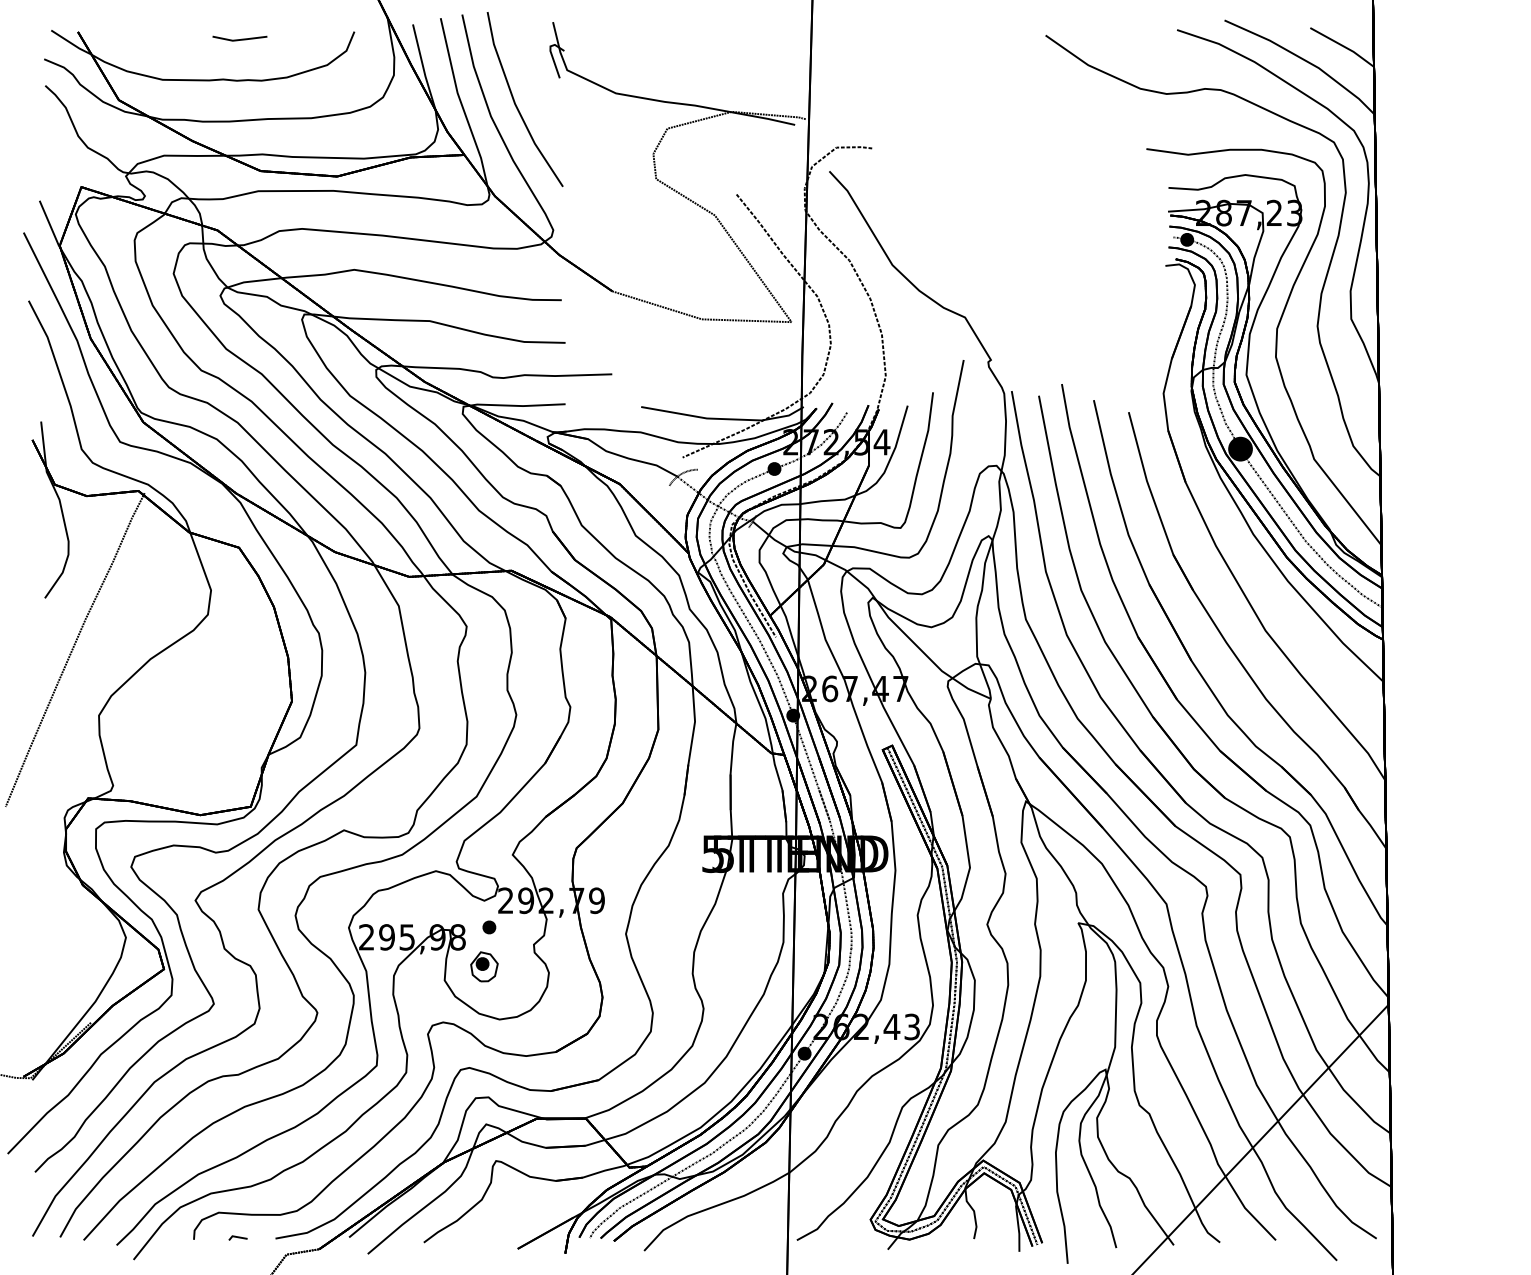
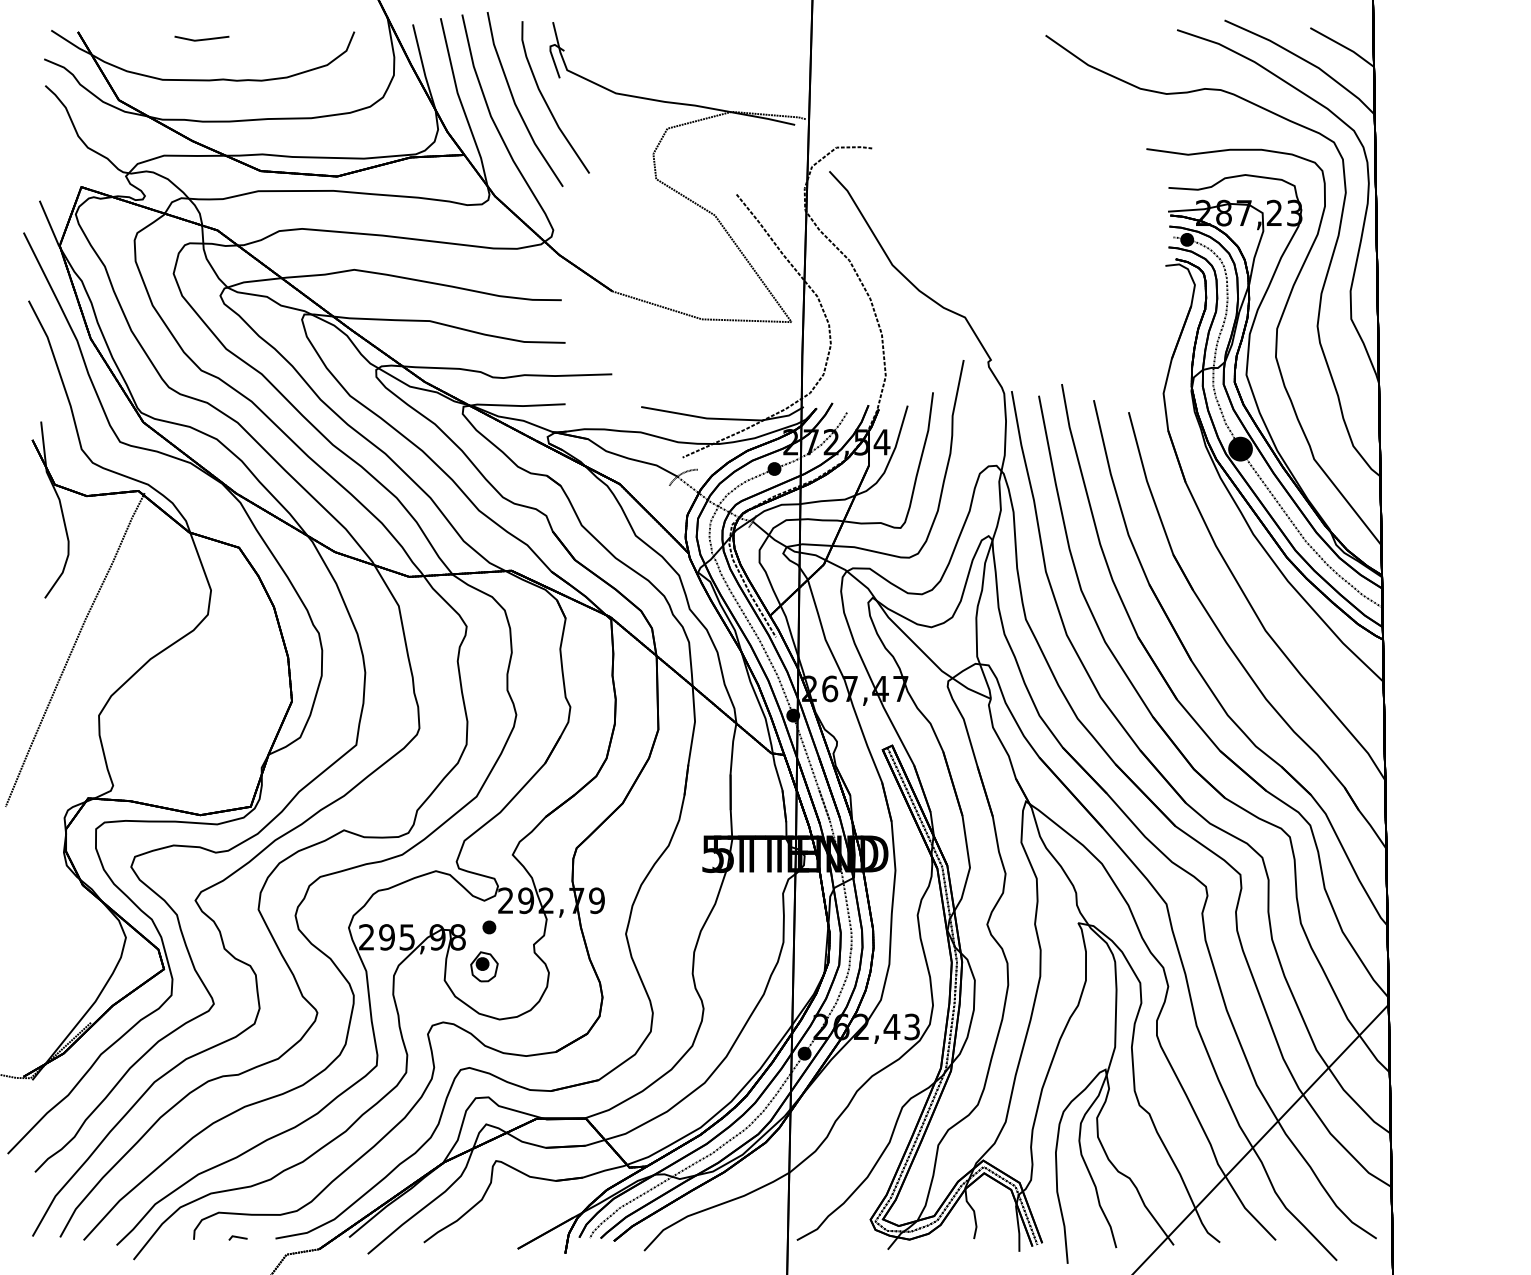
line at (239, 39) position: (239, 39) -> (201, 39)
curve at (546, 101): none -> present
